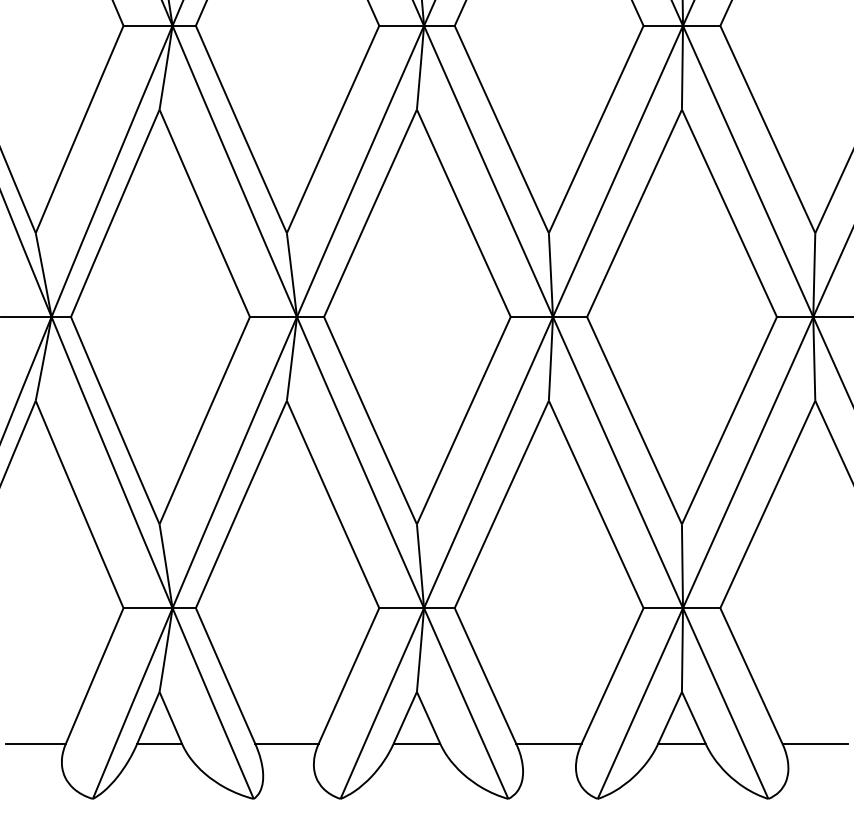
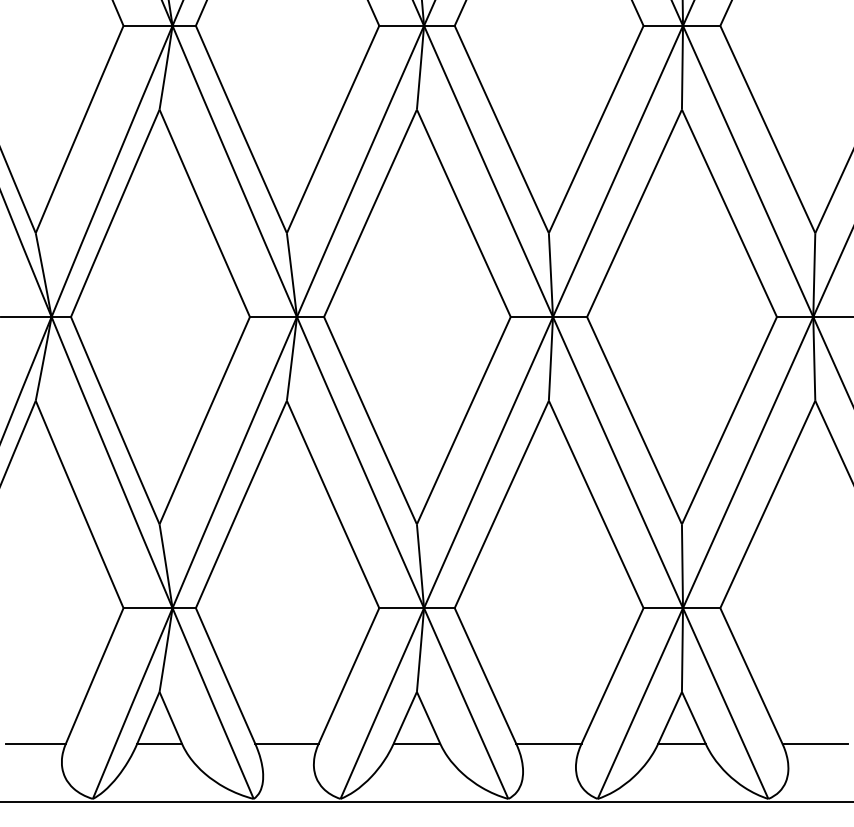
line at (426, 802): none -> present
